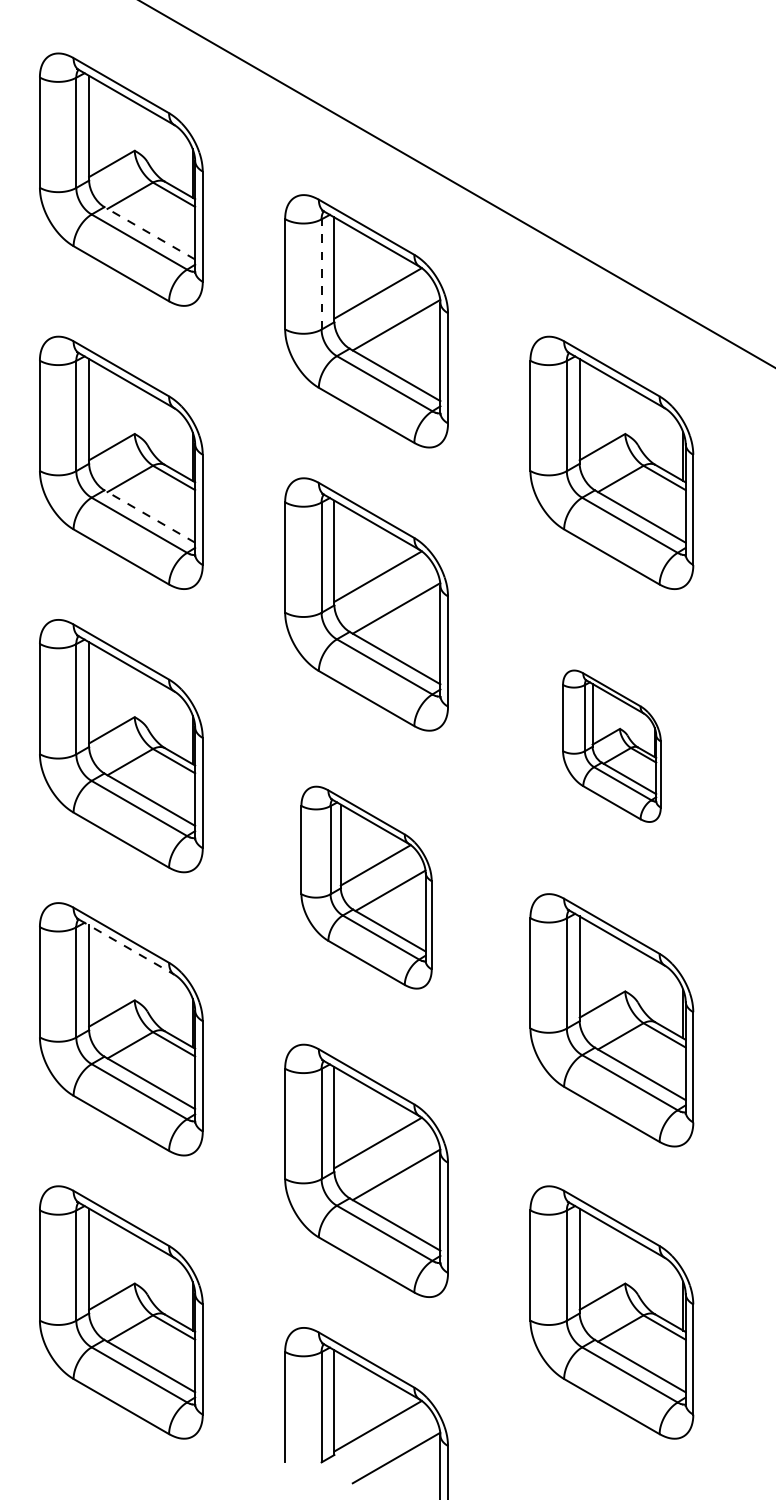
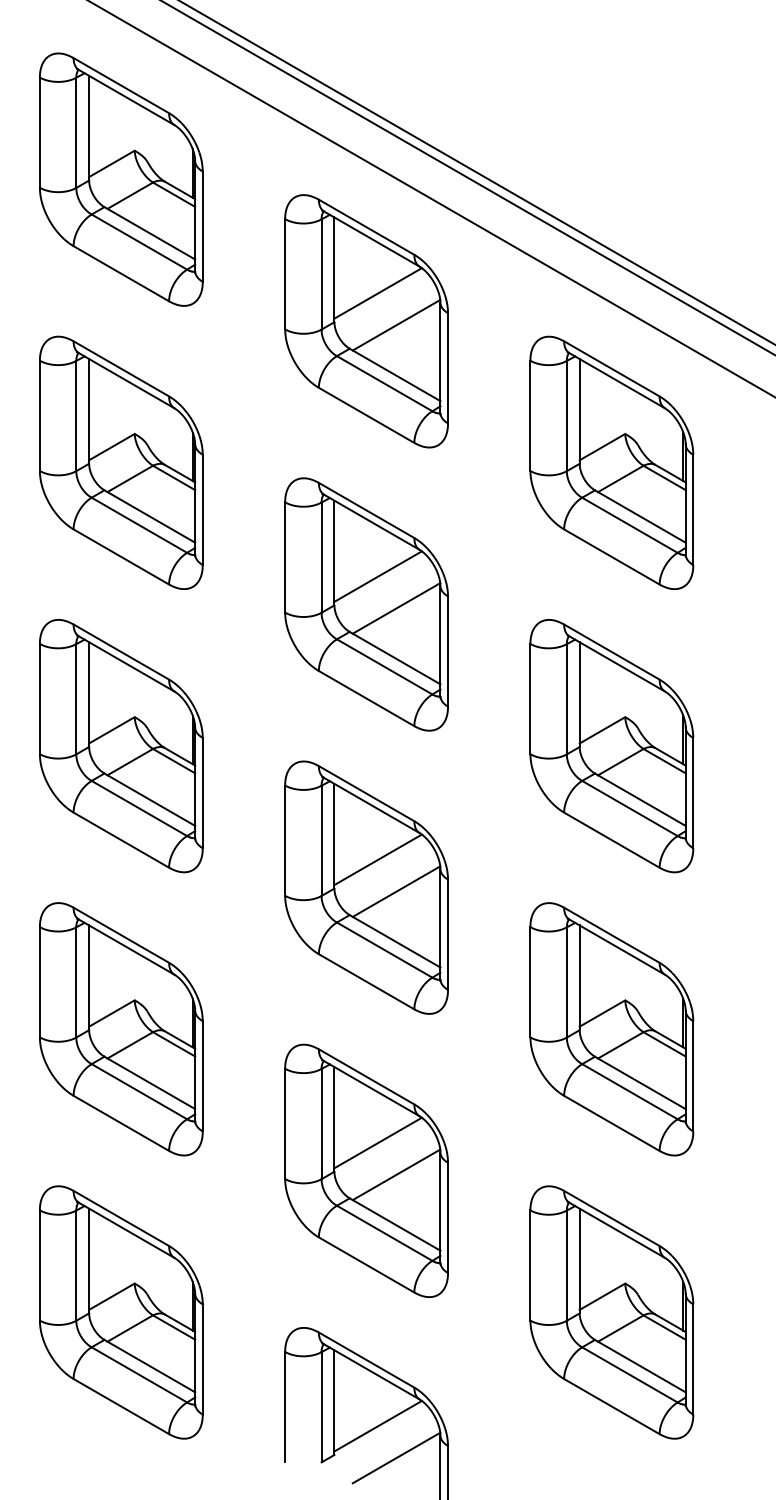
line at (476, 172): none -> present
line at (467, 177): none -> present
line at (456, 184) position: (456, 184) -> (431, 198)
line at (149, 233): dashed -> solid
line at (321, 273): dashed -> solid
line at (149, 516): dashed -> solid
part at (611, 745) size: 100x154 px -> 166x255 px
part at (366, 887) size: 133x205 px -> 165x255 px
line at (127, 947): dashed -> solid
part at (611, 1020) position: (611, 1020) -> (611, 1029)
